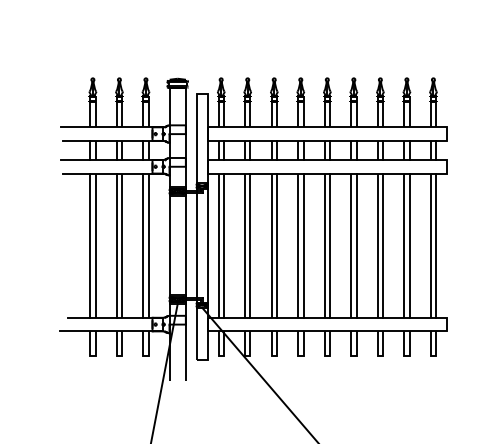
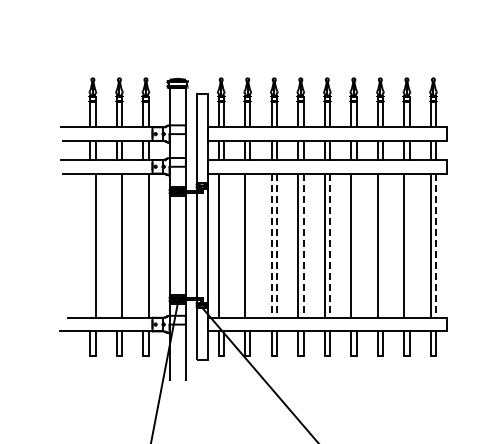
line at (90, 245): present -> none
line at (116, 245): present -> none
line at (143, 245): present -> none
line at (223, 245): present -> none
line at (250, 245): present -> none
line at (356, 245): present -> none
line at (383, 245): present -> none
line at (409, 245): present -> none
line at (271, 246): solid -> dashed
line at (277, 246): solid -> dashed
line at (303, 246): solid -> dashed
line at (330, 246): solid -> dashed
line at (436, 246): solid -> dashed
